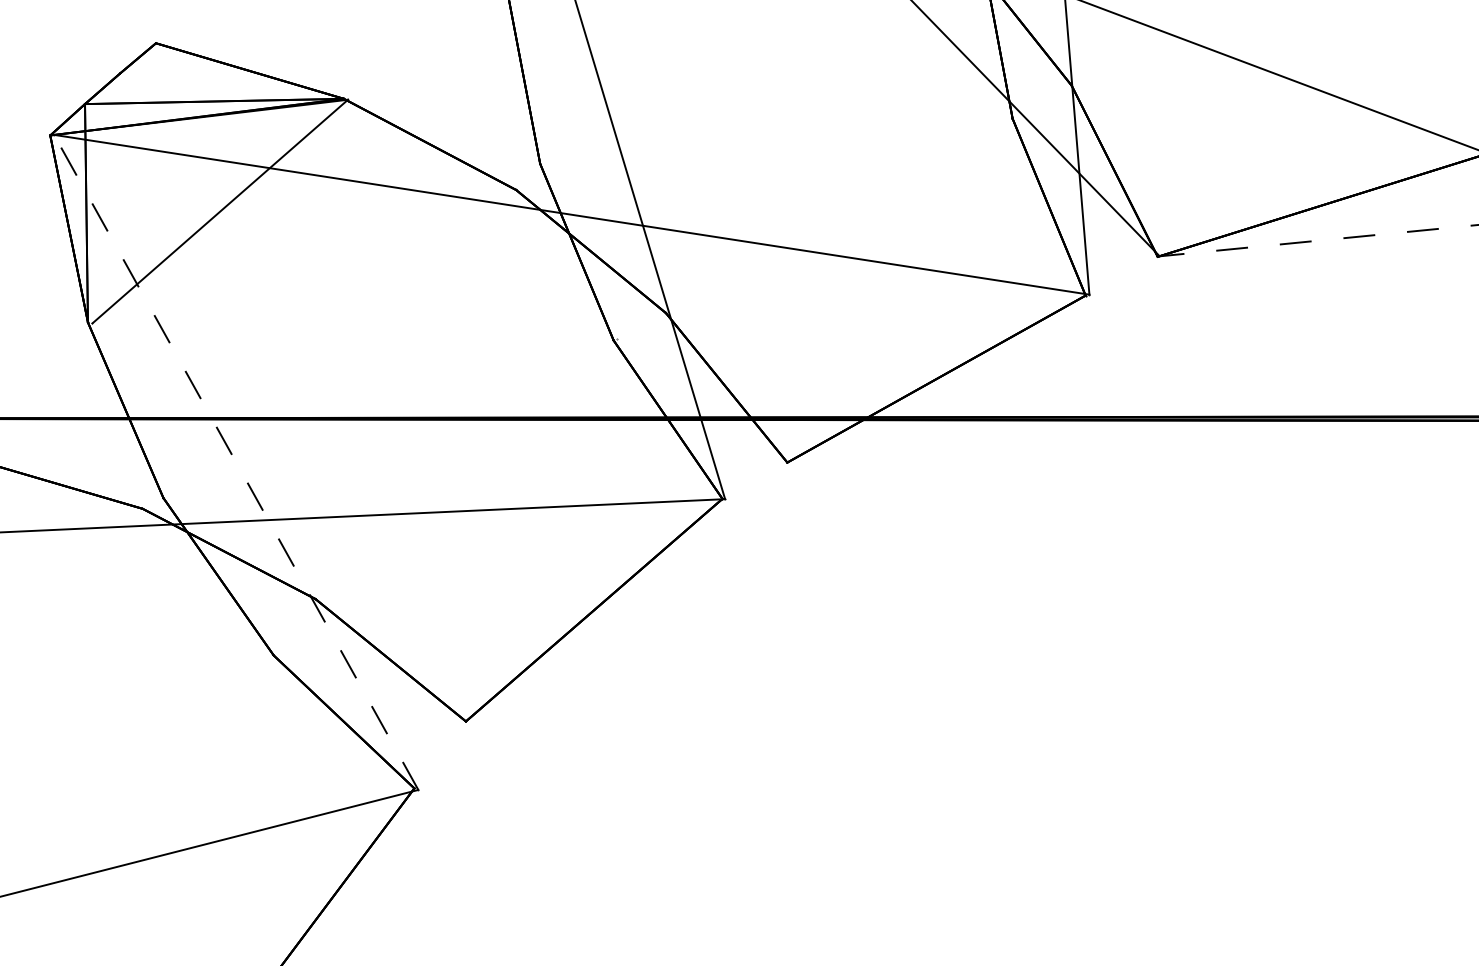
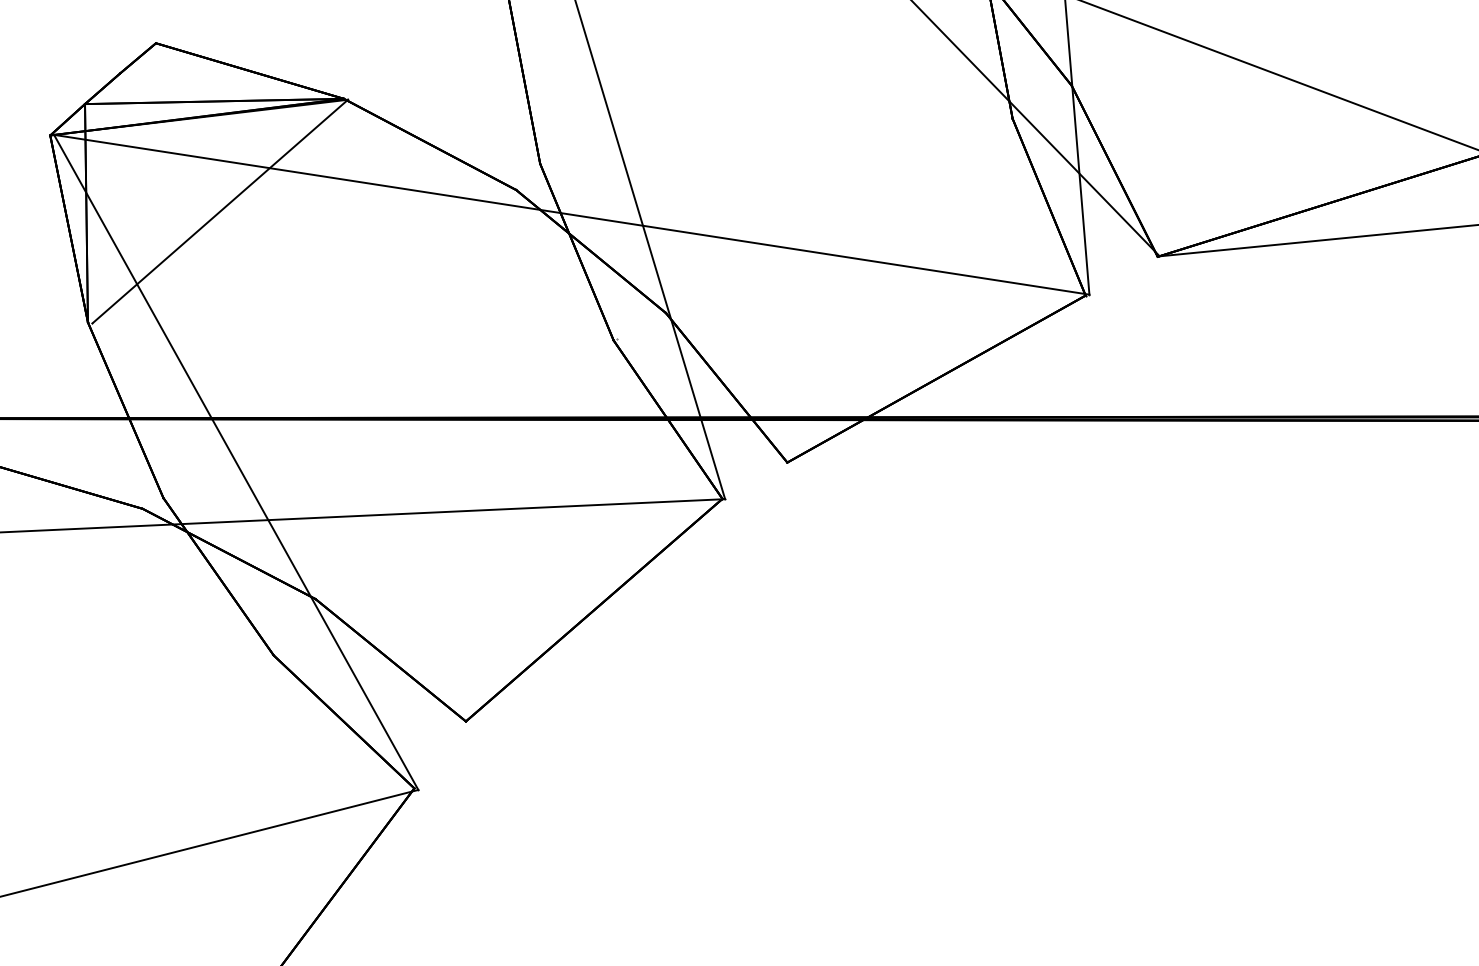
line at (1318, 240): dashed -> solid
line at (236, 462): dashed -> solid
